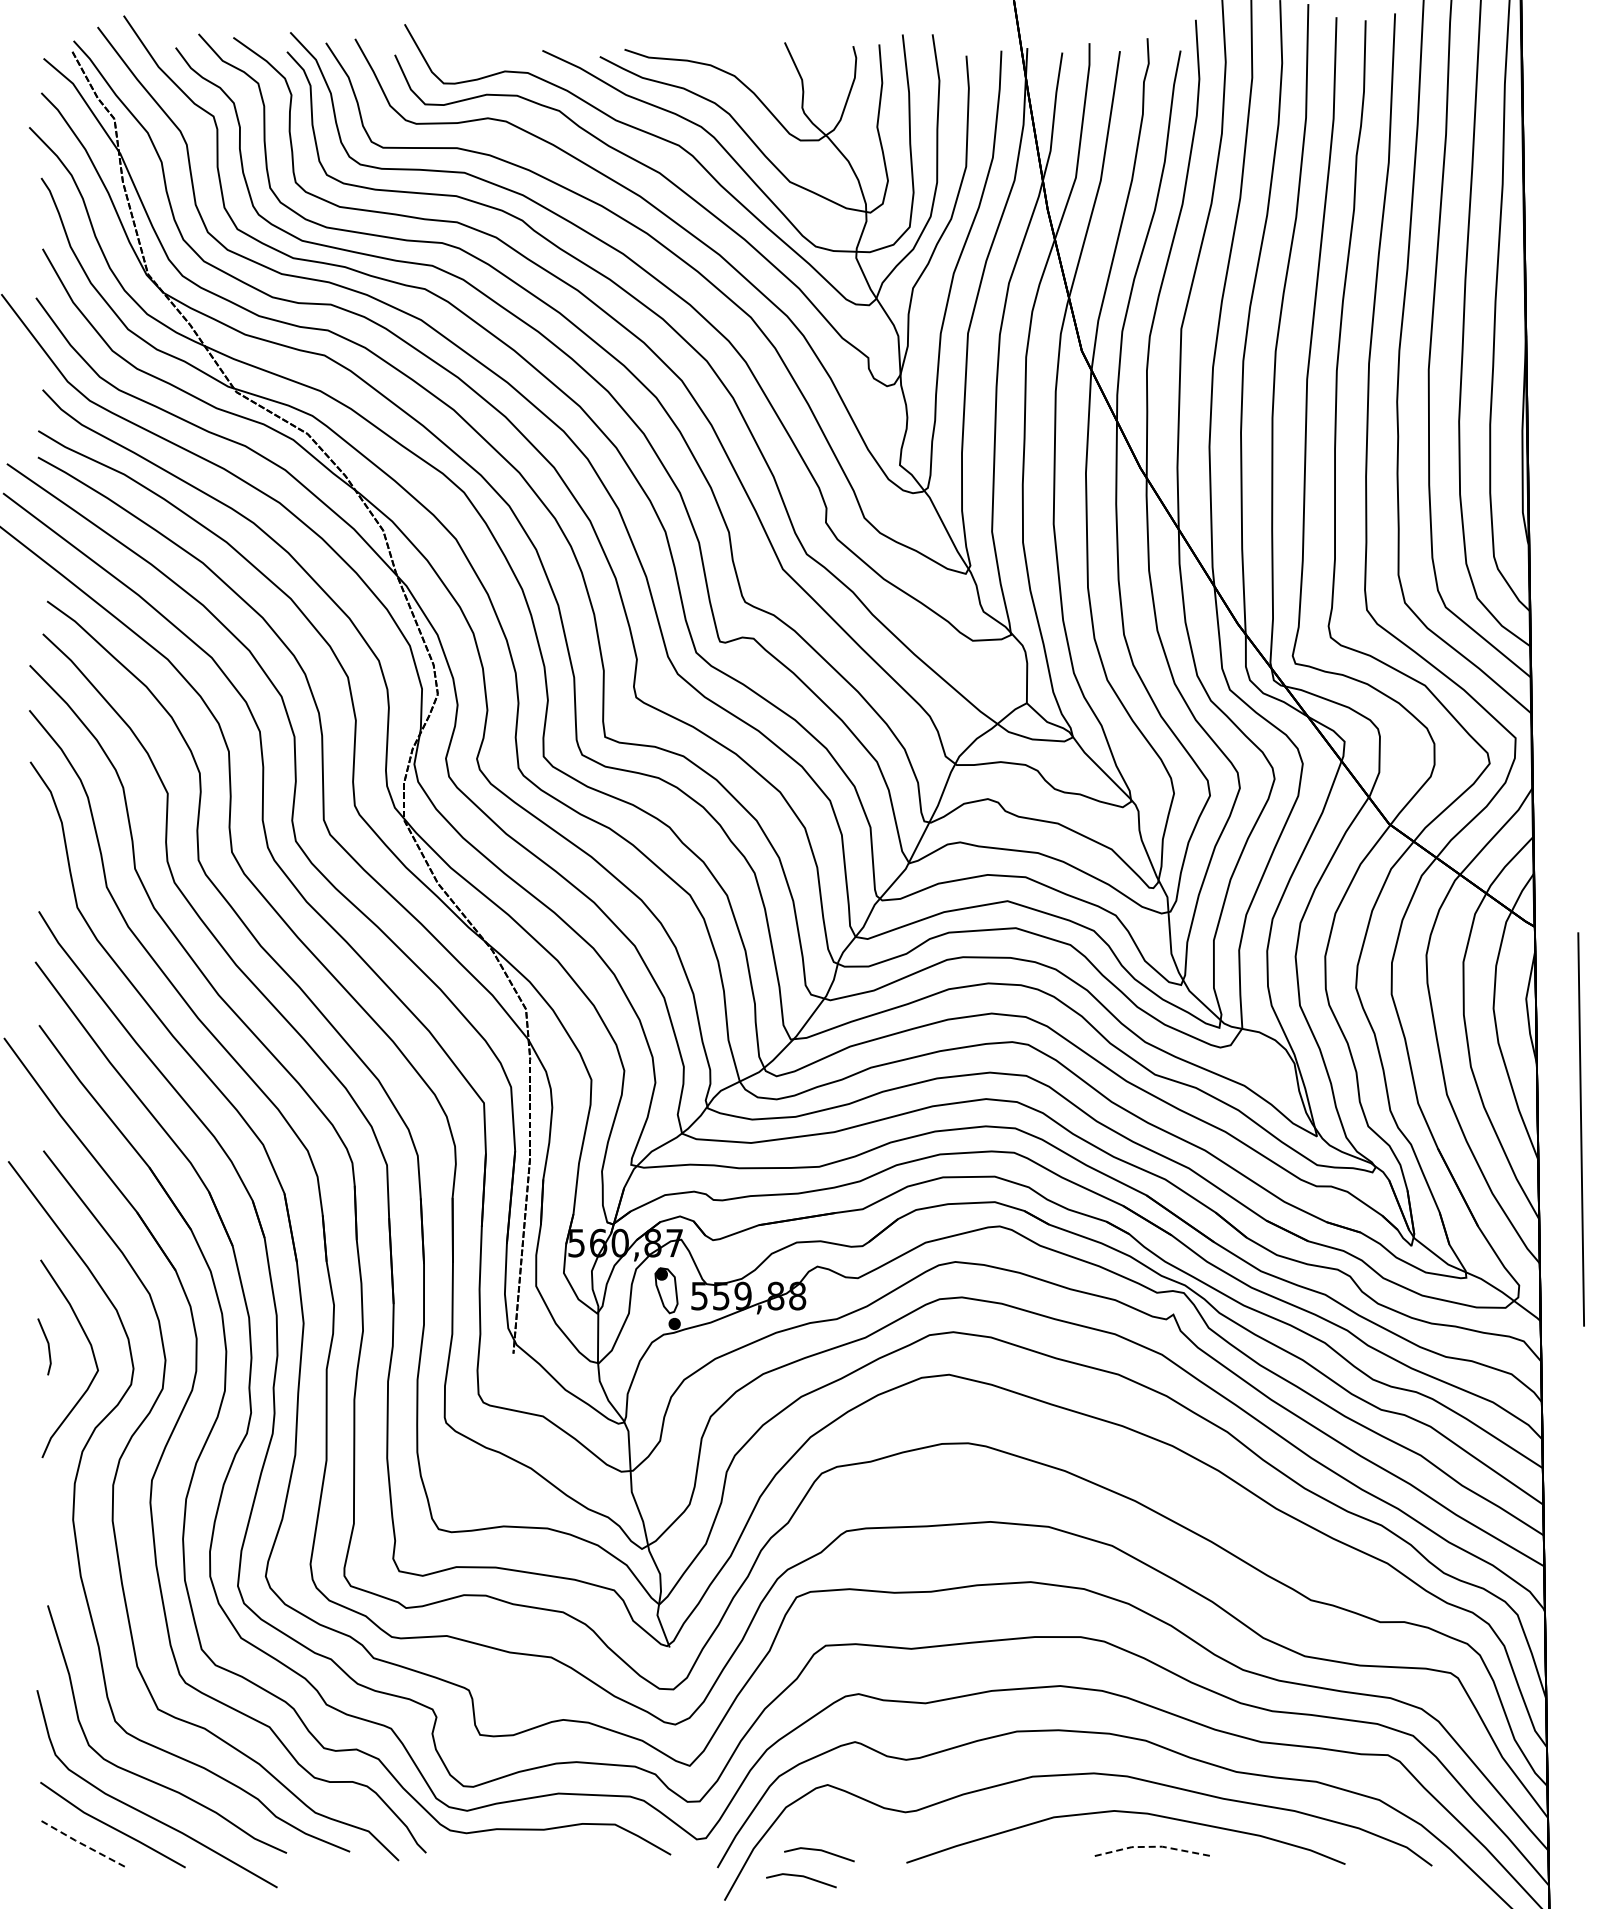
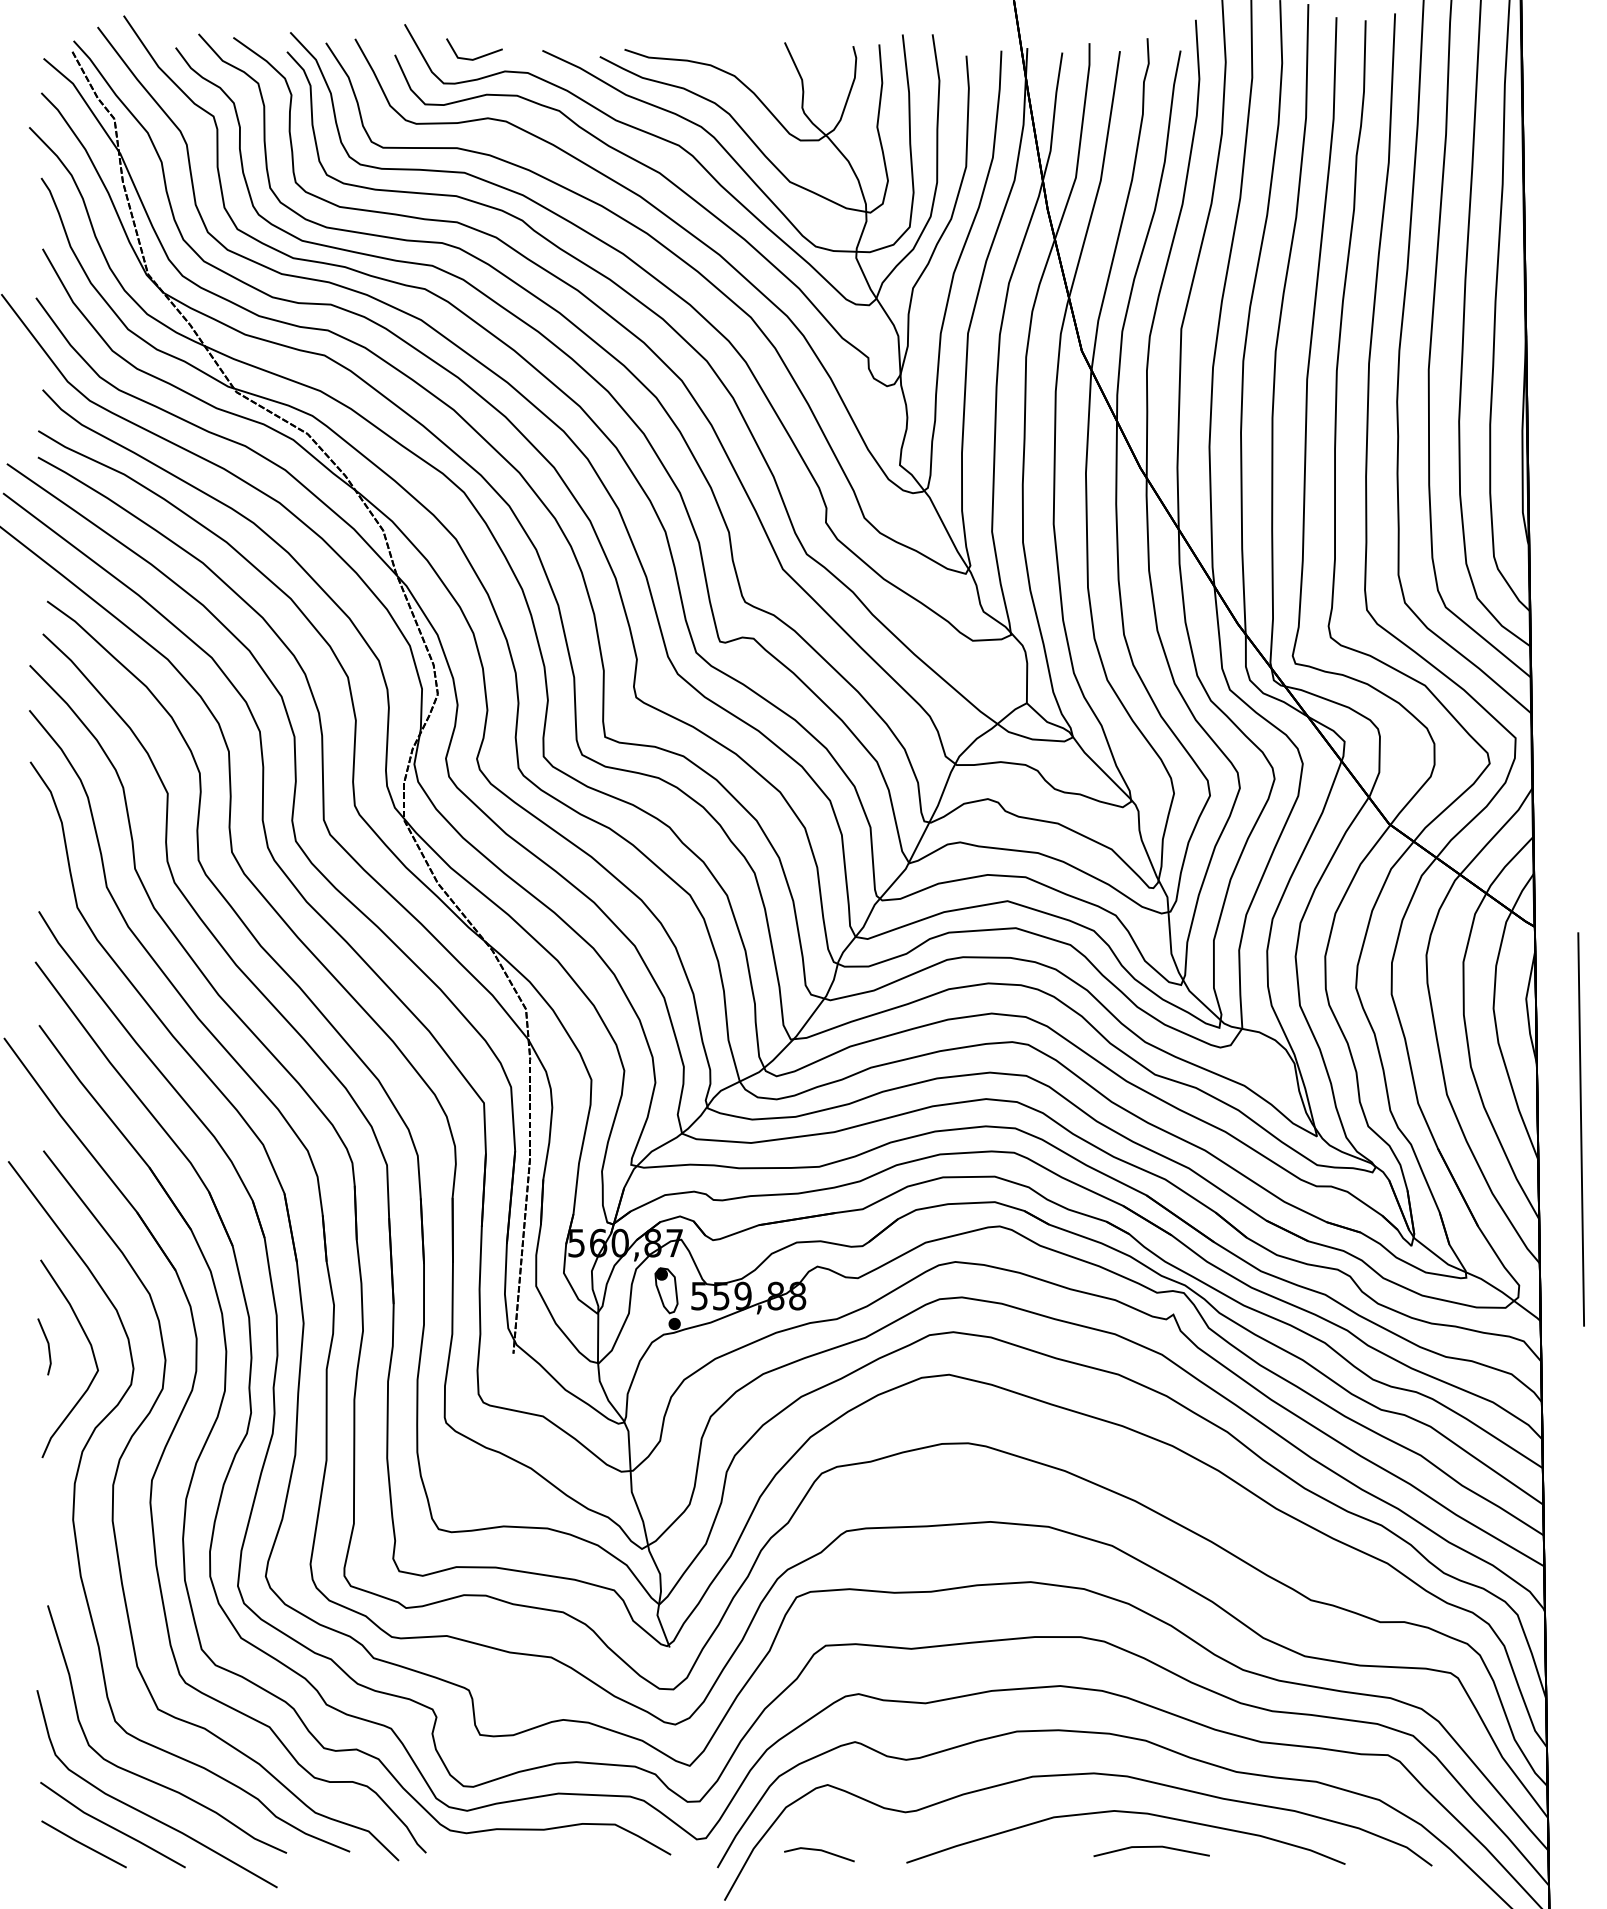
line at (478, 56): none -> present
line at (83, 1845): dashed -> solid
line at (1151, 1846): dashed -> solid
line at (802, 1877): present -> none
